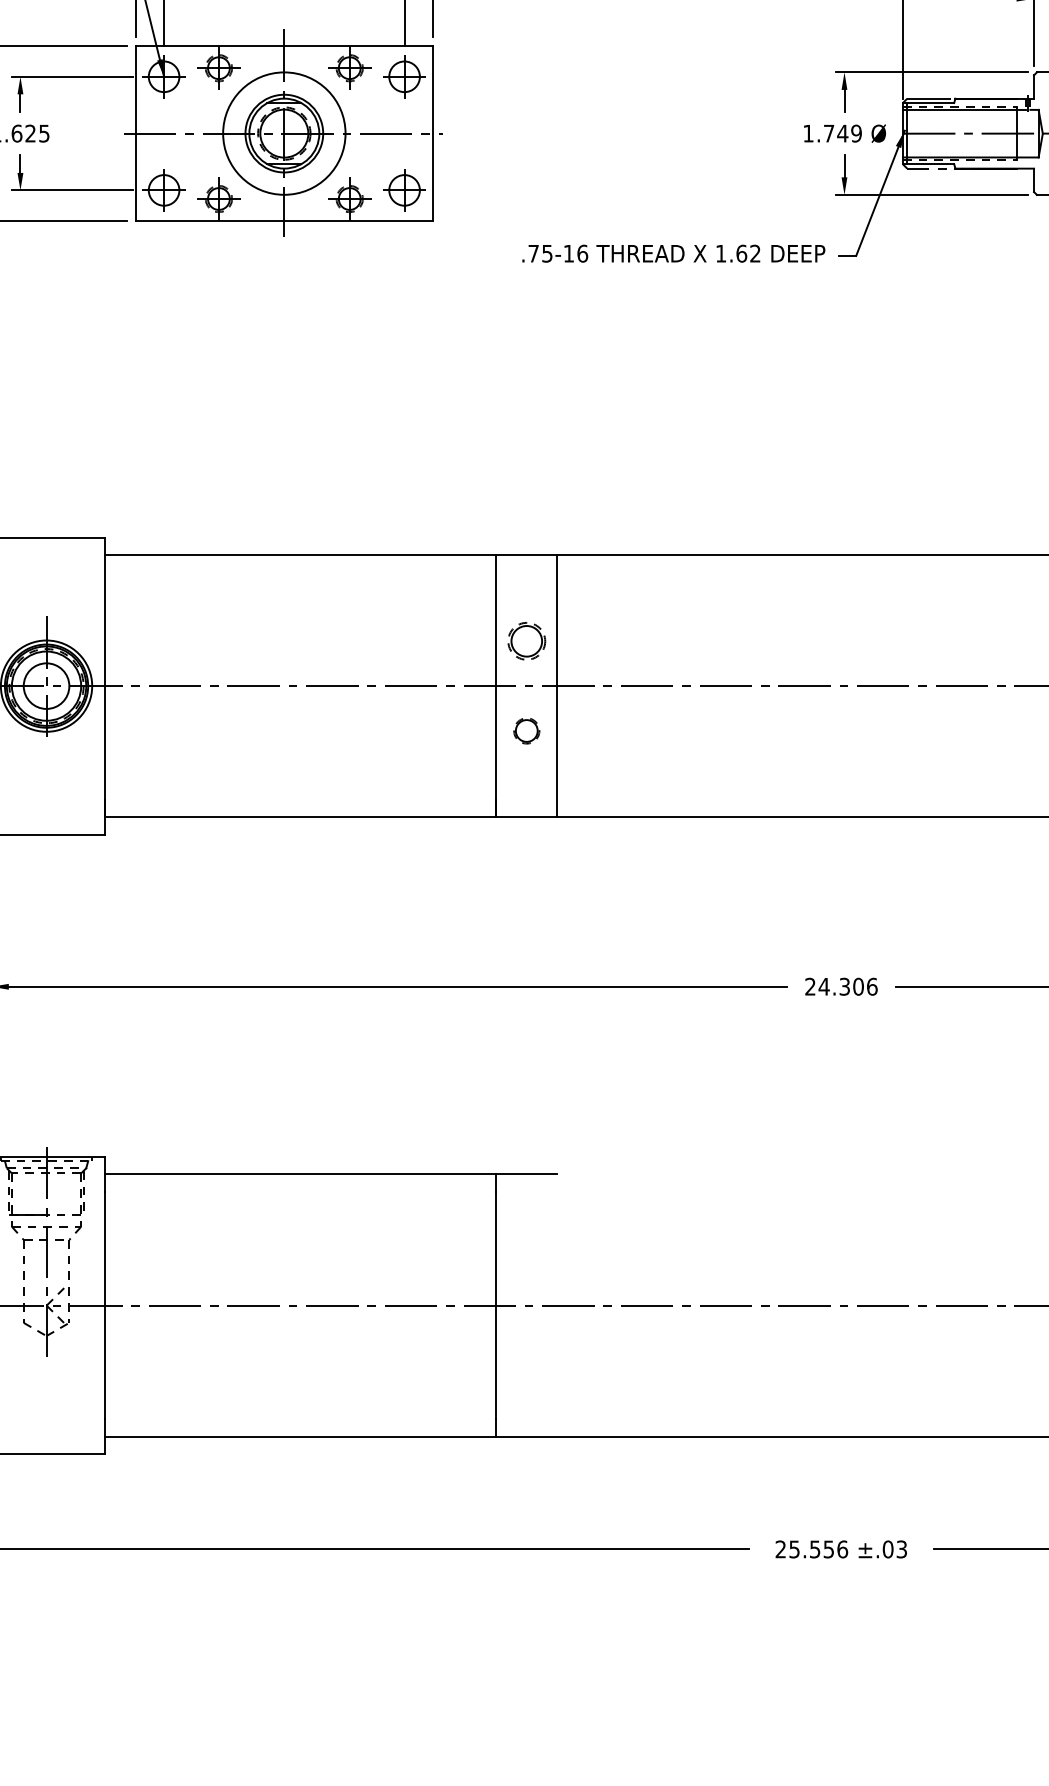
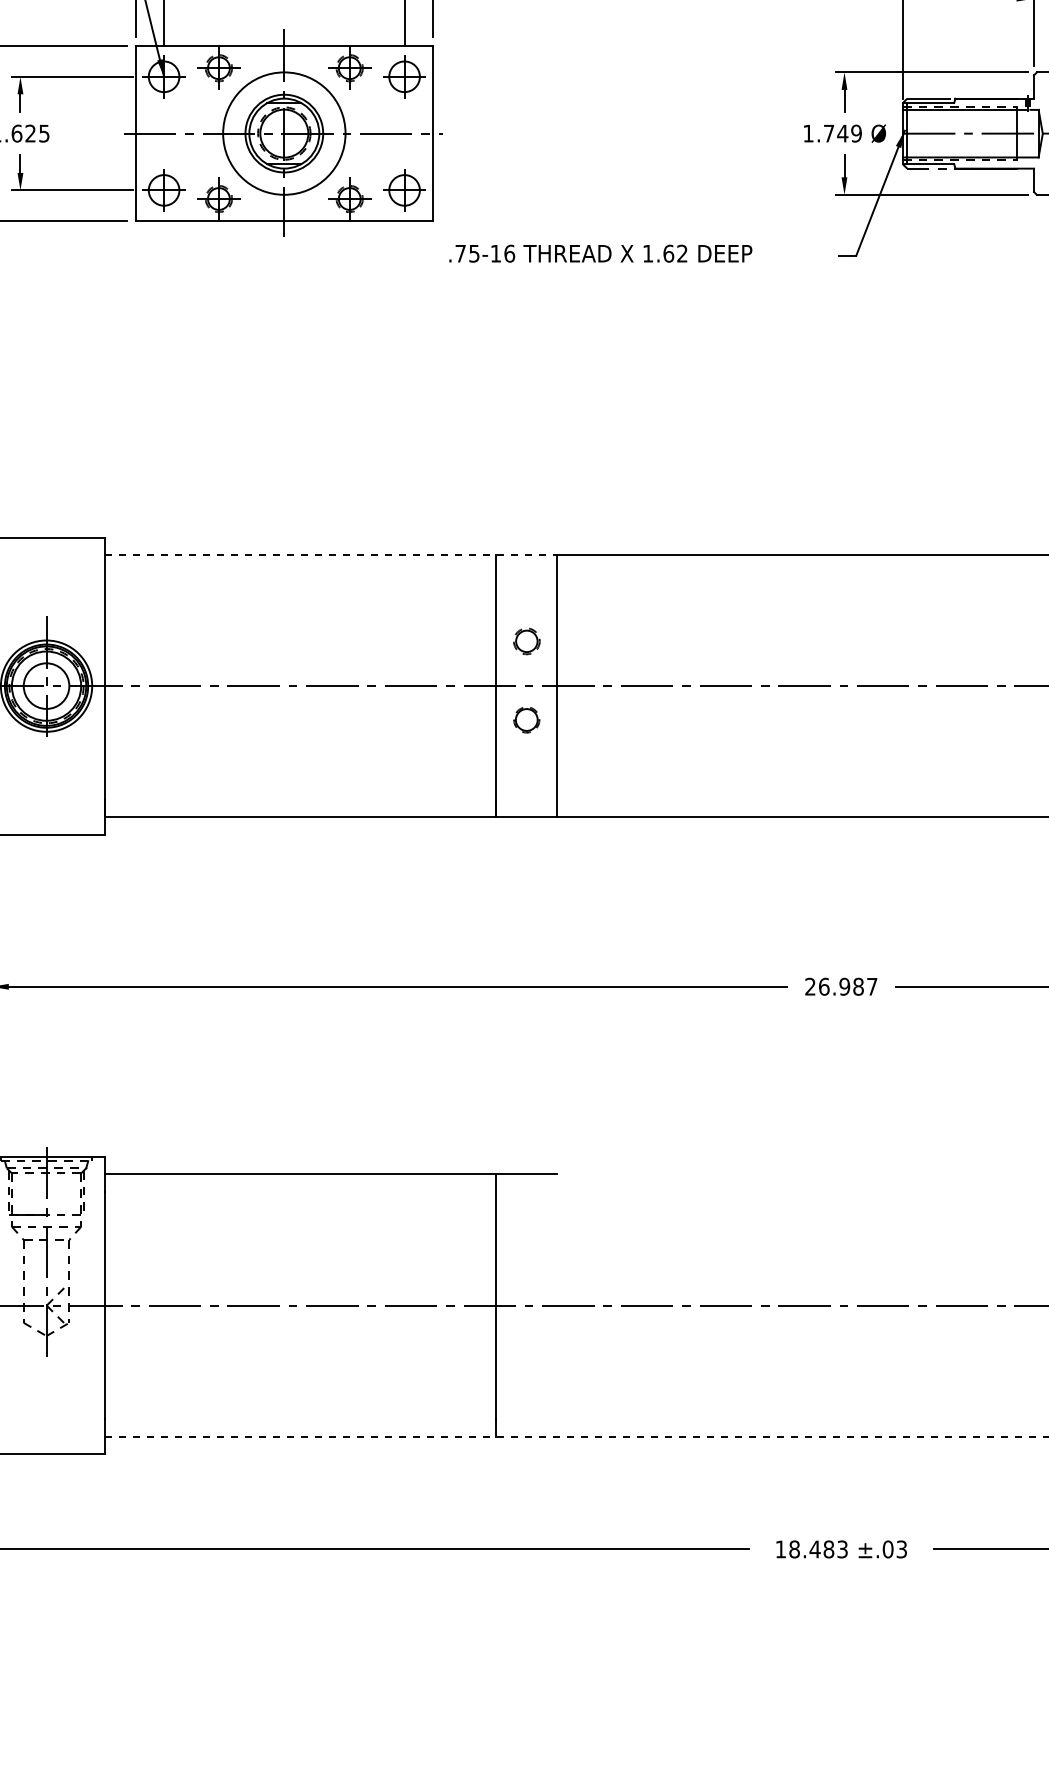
text at (673, 253) position: (673, 253) -> (600, 253)
line at (331, 555): solid -> dashed
part at (526, 641) size: 40x39 px -> 28x29 px
part at (526, 731) position: (526, 731) -> (526, 720)
text at (847, 986): 24.306 -> 26.987
line at (576, 1436): solid -> dashed
text at (811, 1549): 25.556 -> 18.483
